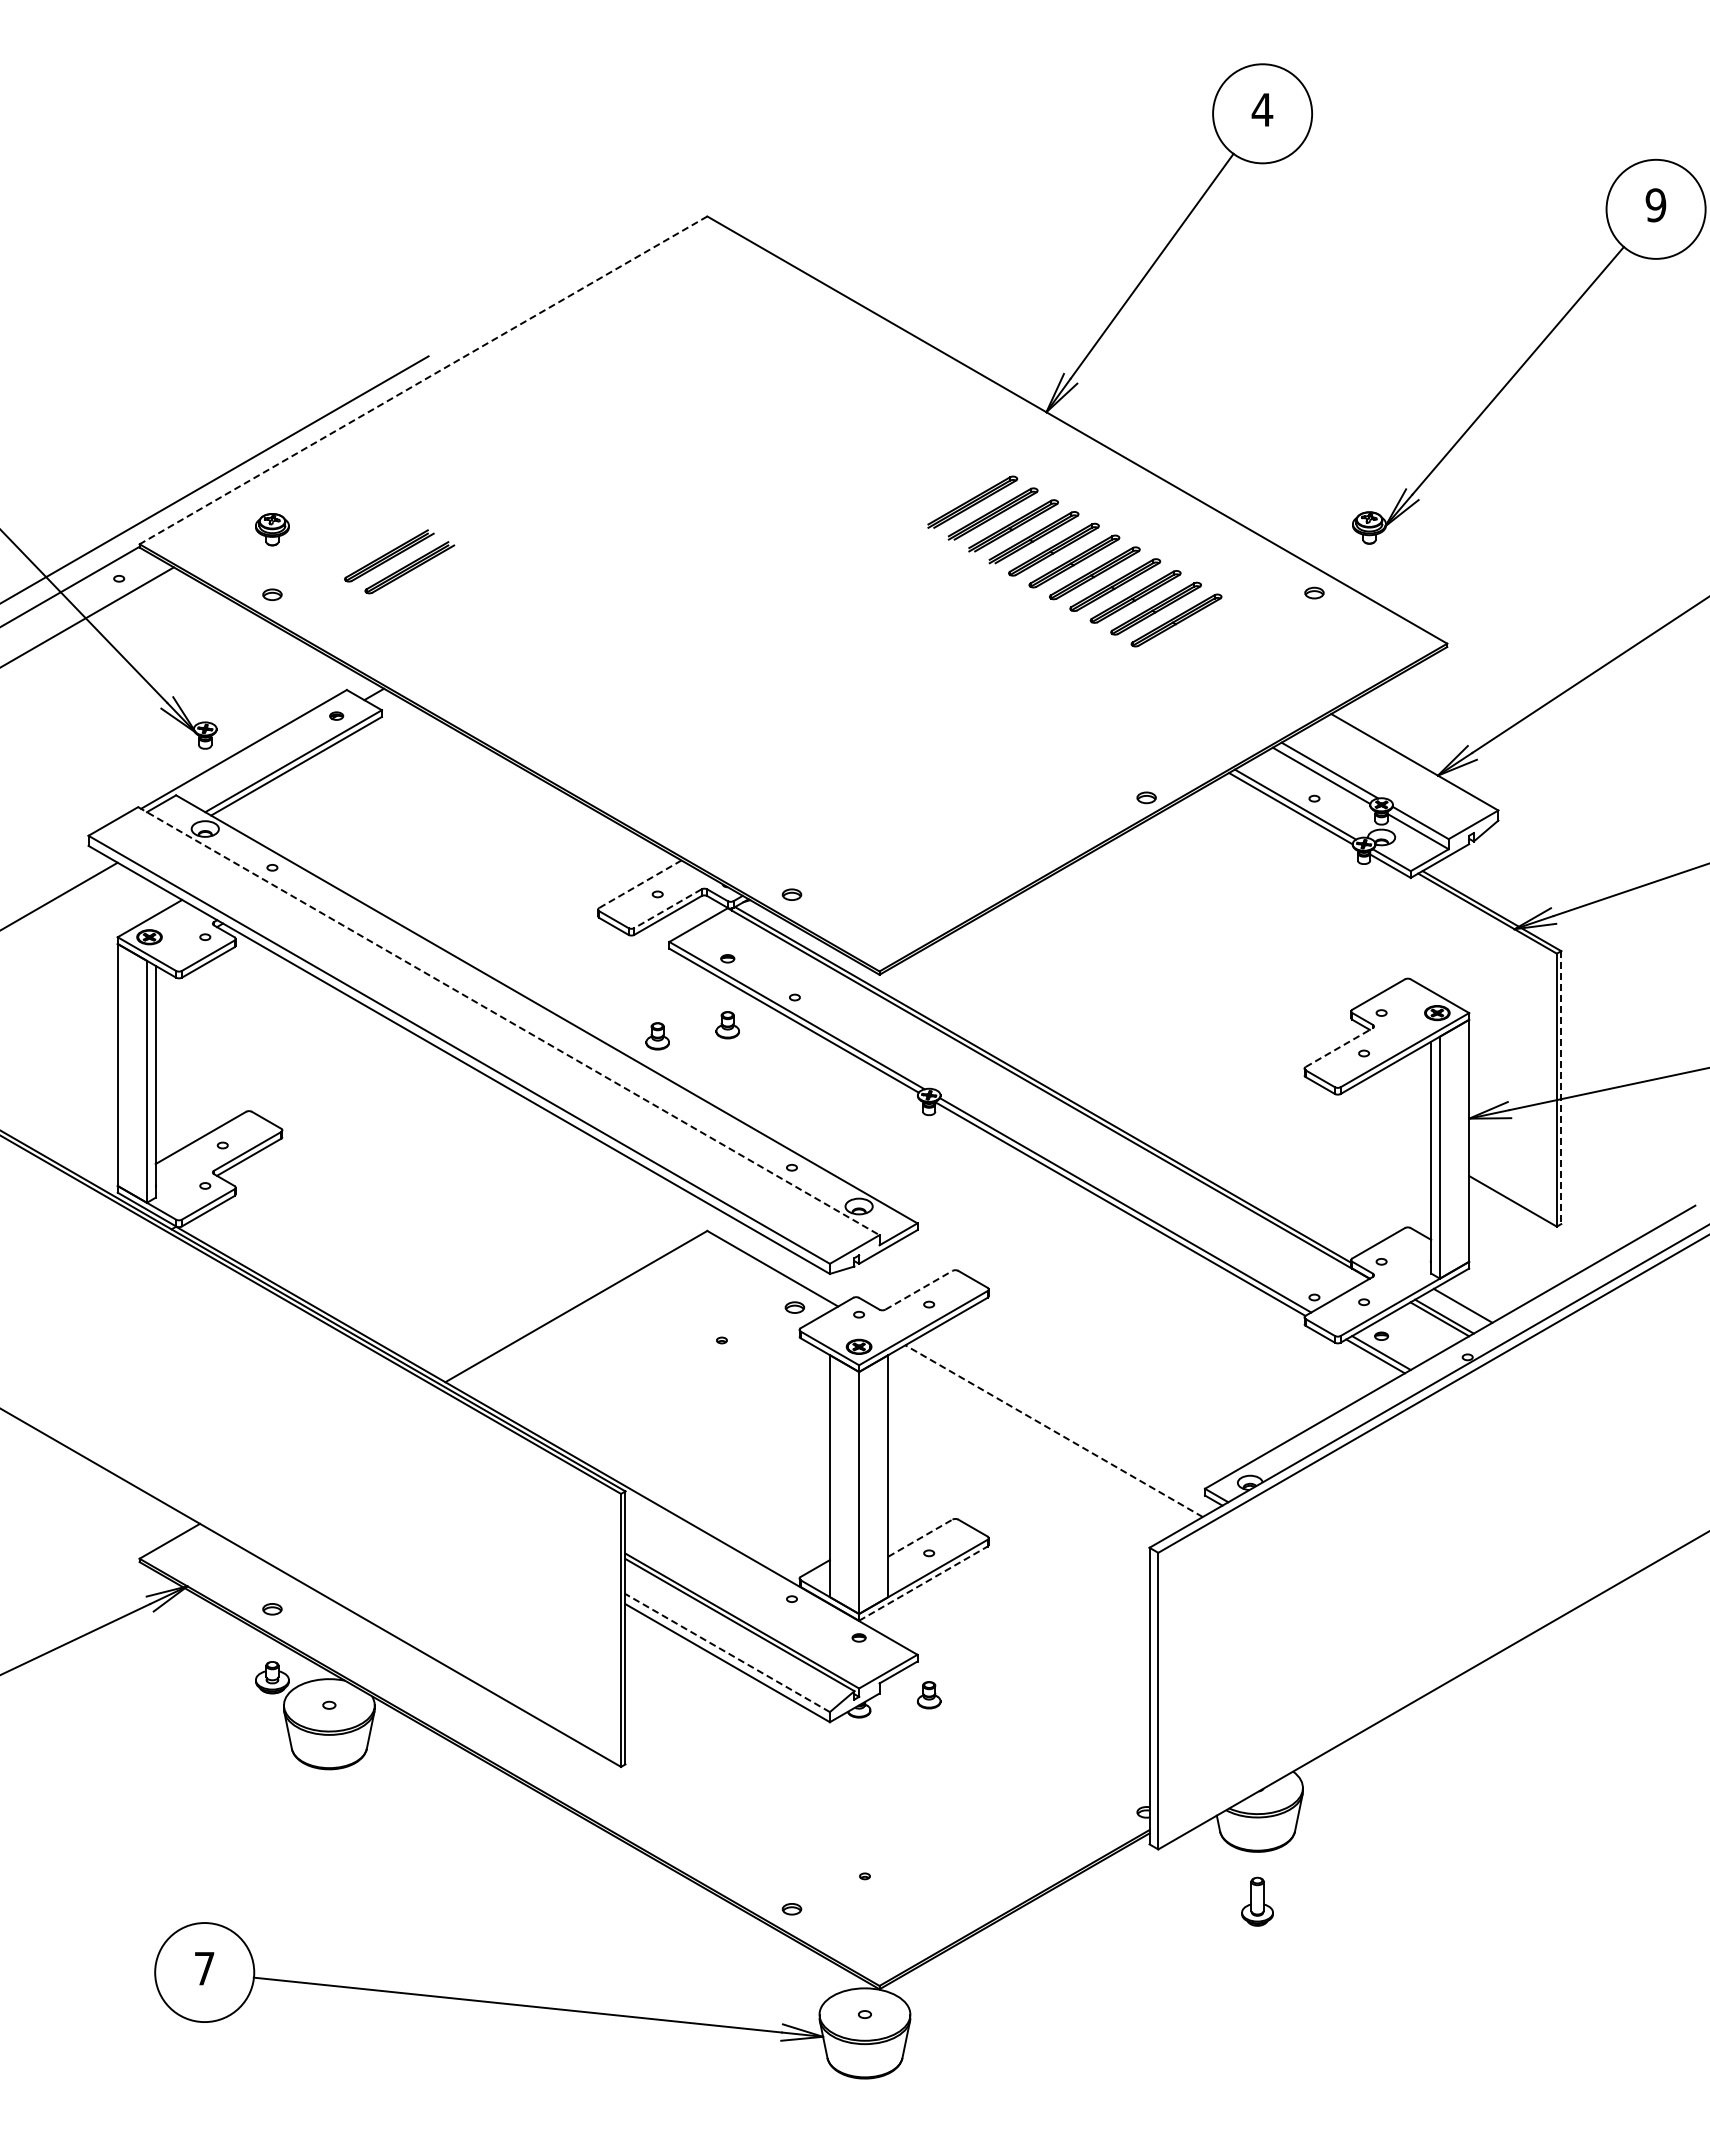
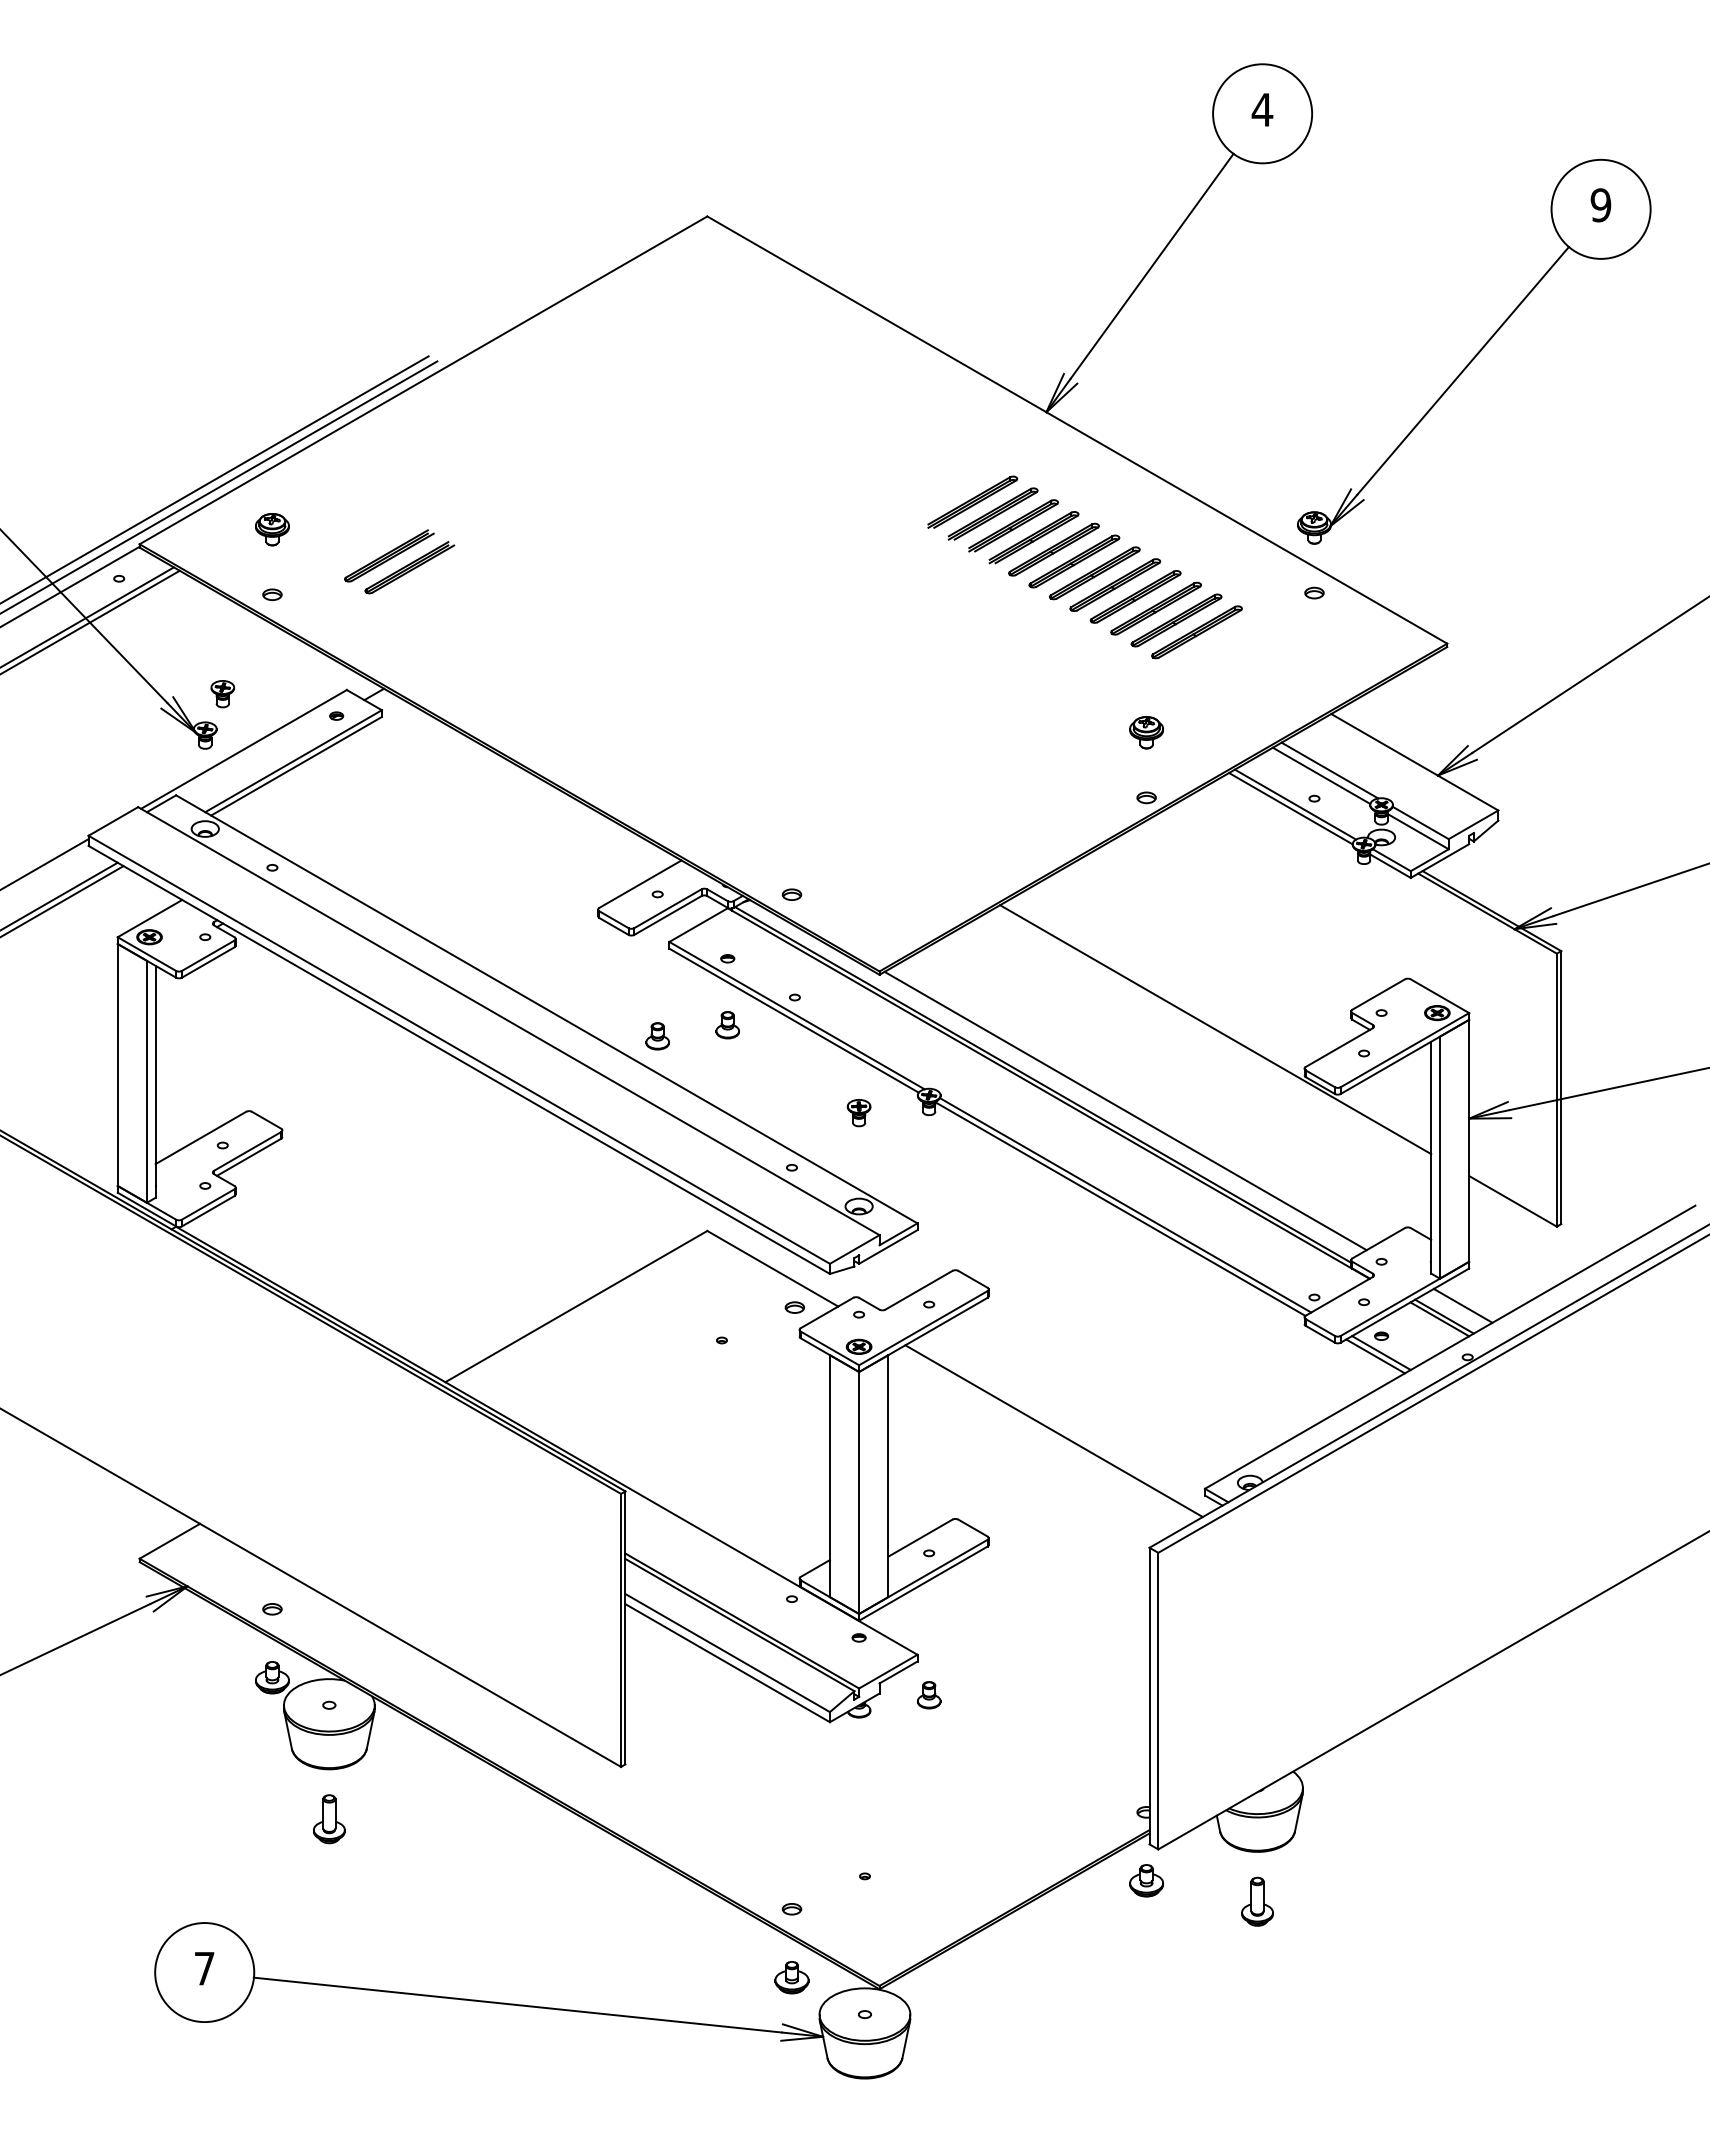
part at (1529, 351) position: (1529, 351) -> (1474, 351)
line at (423, 380): dashed -> solid
line at (219, 486): none -> present
line at (90, 621): none -> present
part at (1196, 632): none -> present
part at (222, 694): none -> present
part at (1146, 732): none -> present
line at (45, 863): none -> present
line at (640, 883): dashed -> solid
line at (62, 900): none -> present
line at (667, 908): dashed -> solid
line at (509, 1021): dashed -> solid
line at (1215, 1029): none -> present
line at (1339, 1047): dashed -> solid
line at (1561, 1087): dashed -> solid
line at (1125, 1110): none -> present
part at (858, 1113): none -> present
line at (918, 1290): dashed -> solid
line at (1054, 1431): dashed -> solid
line at (920, 1537): dashed -> solid
line at (923, 1583): dashed -> solid
line at (727, 1652): dashed -> solid
part at (329, 1819): none -> present
part at (1146, 1880): none -> present
part at (791, 1977): none -> present
